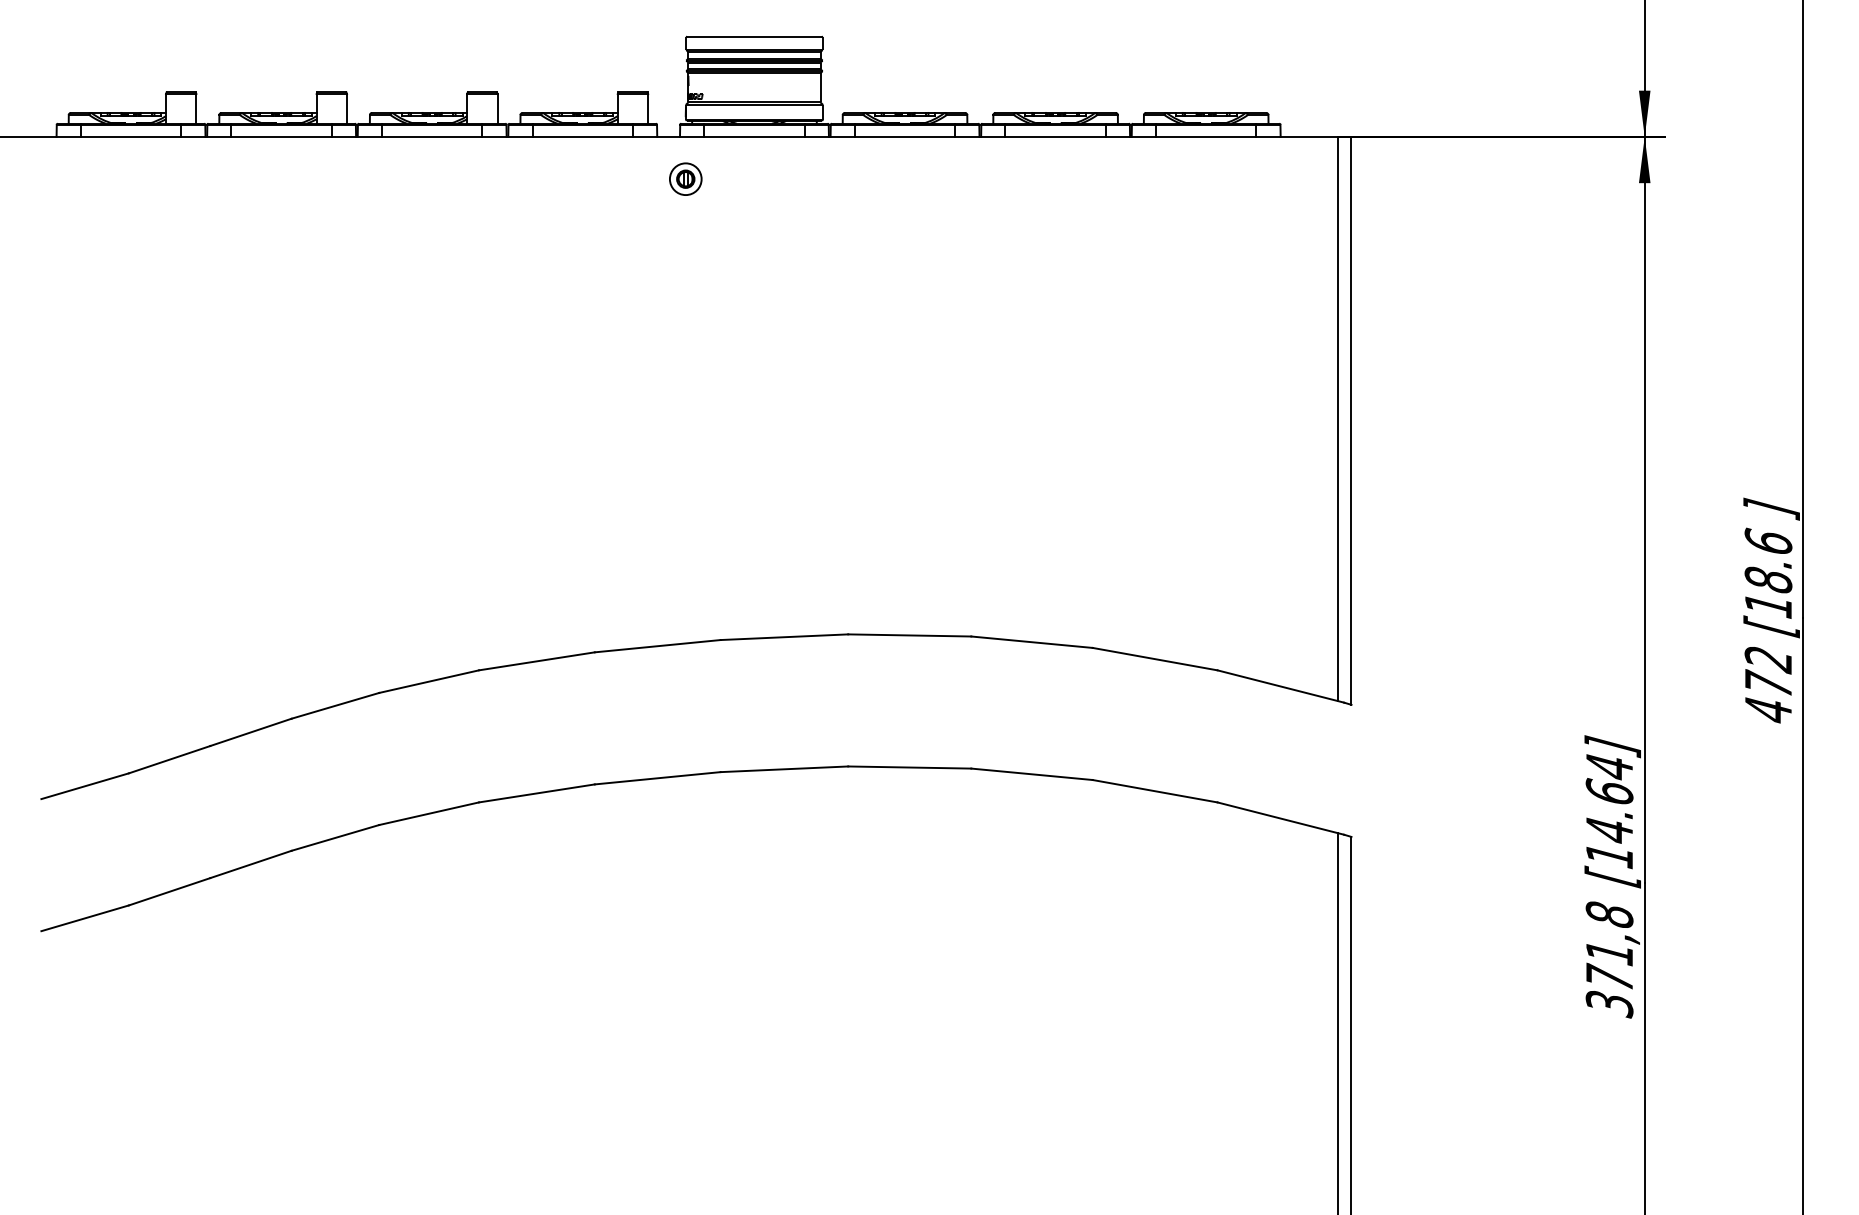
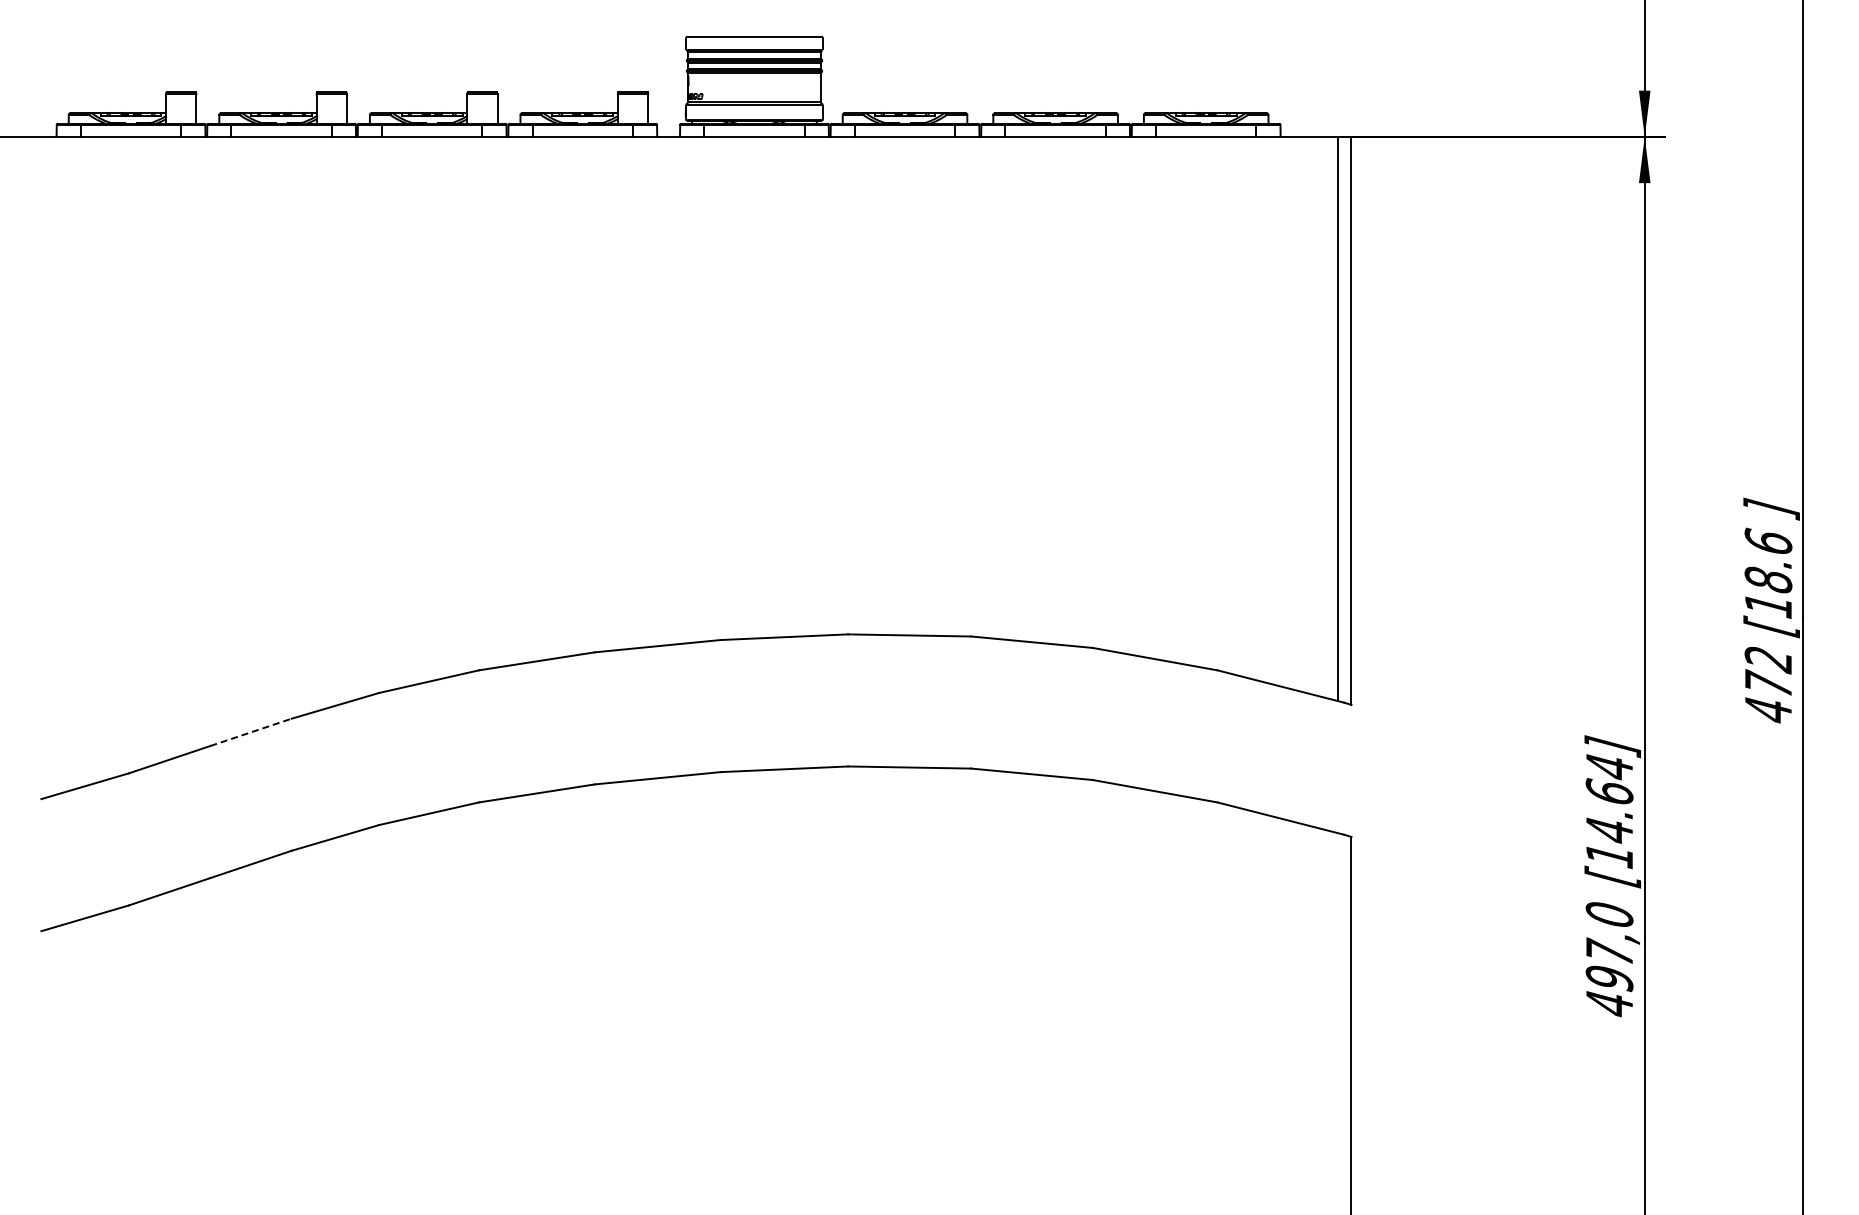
part at (685, 178): present -> none
line at (250, 732): solid -> dashed
text at (1609, 959): 371,8 -> 497,0
line at (1338, 1022): present -> none
